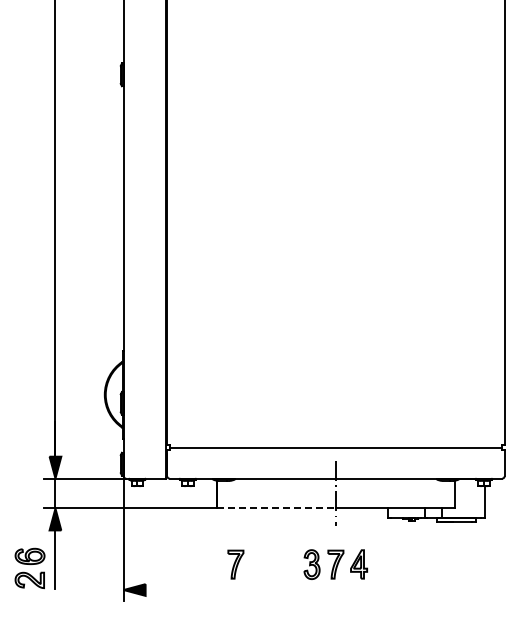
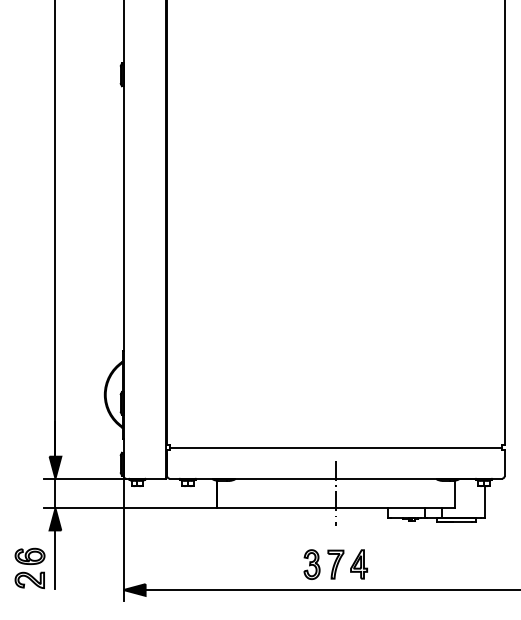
line at (276, 508): dashed -> solid
part at (235, 564): present -> none
line at (331, 590): none -> present
